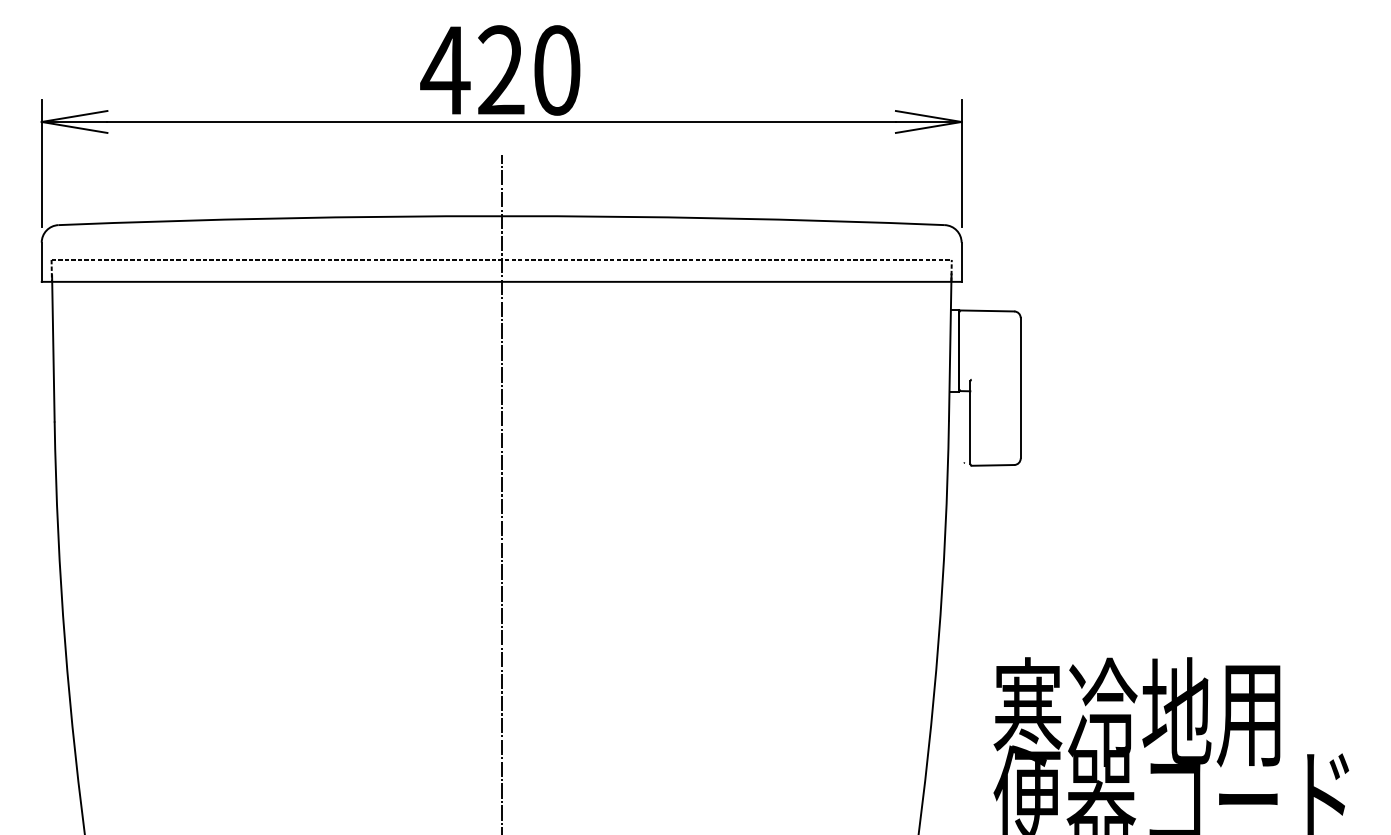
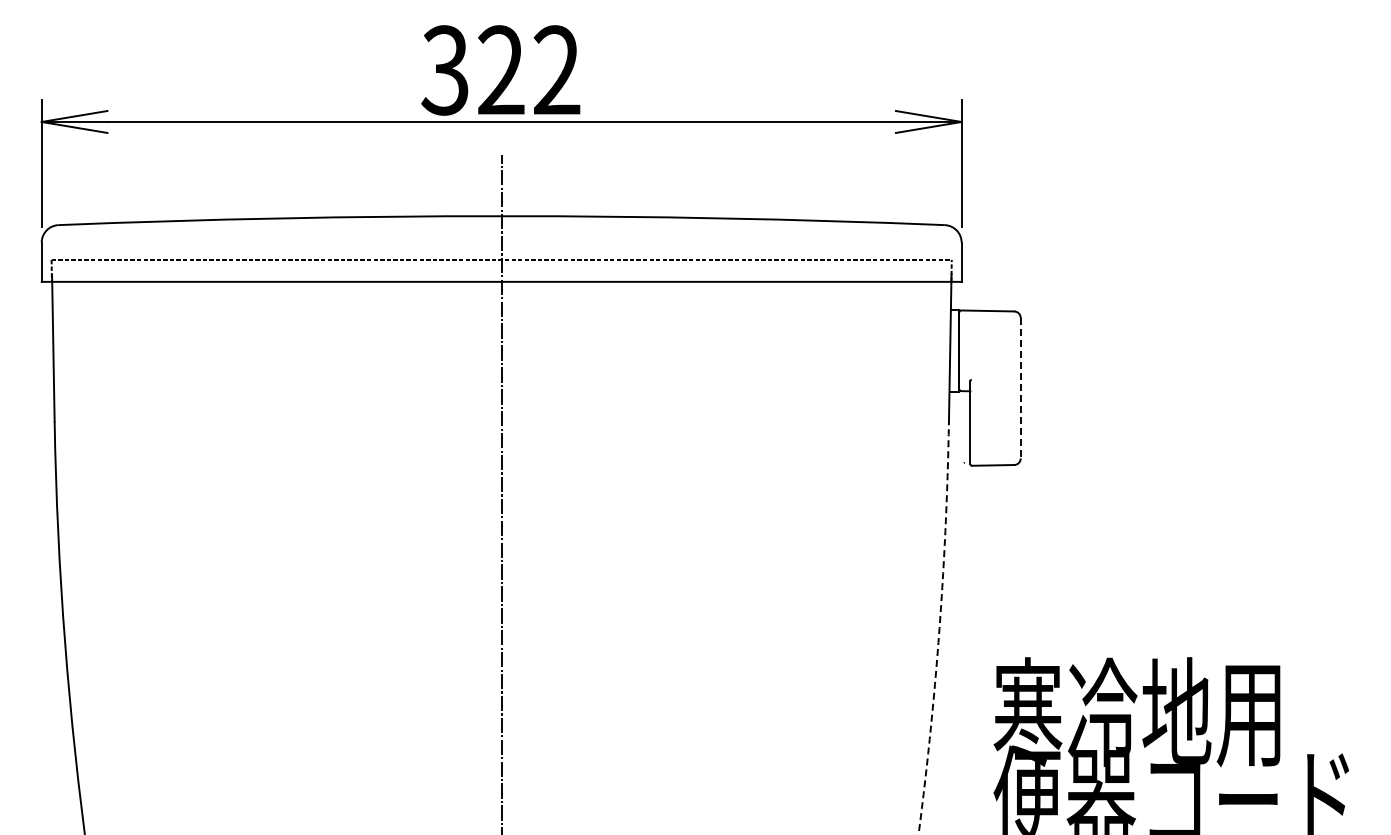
text at (500, 70): 420 -> 322
line at (1020, 388): solid -> dashed
arc at (939, 627): solid -> dashed
